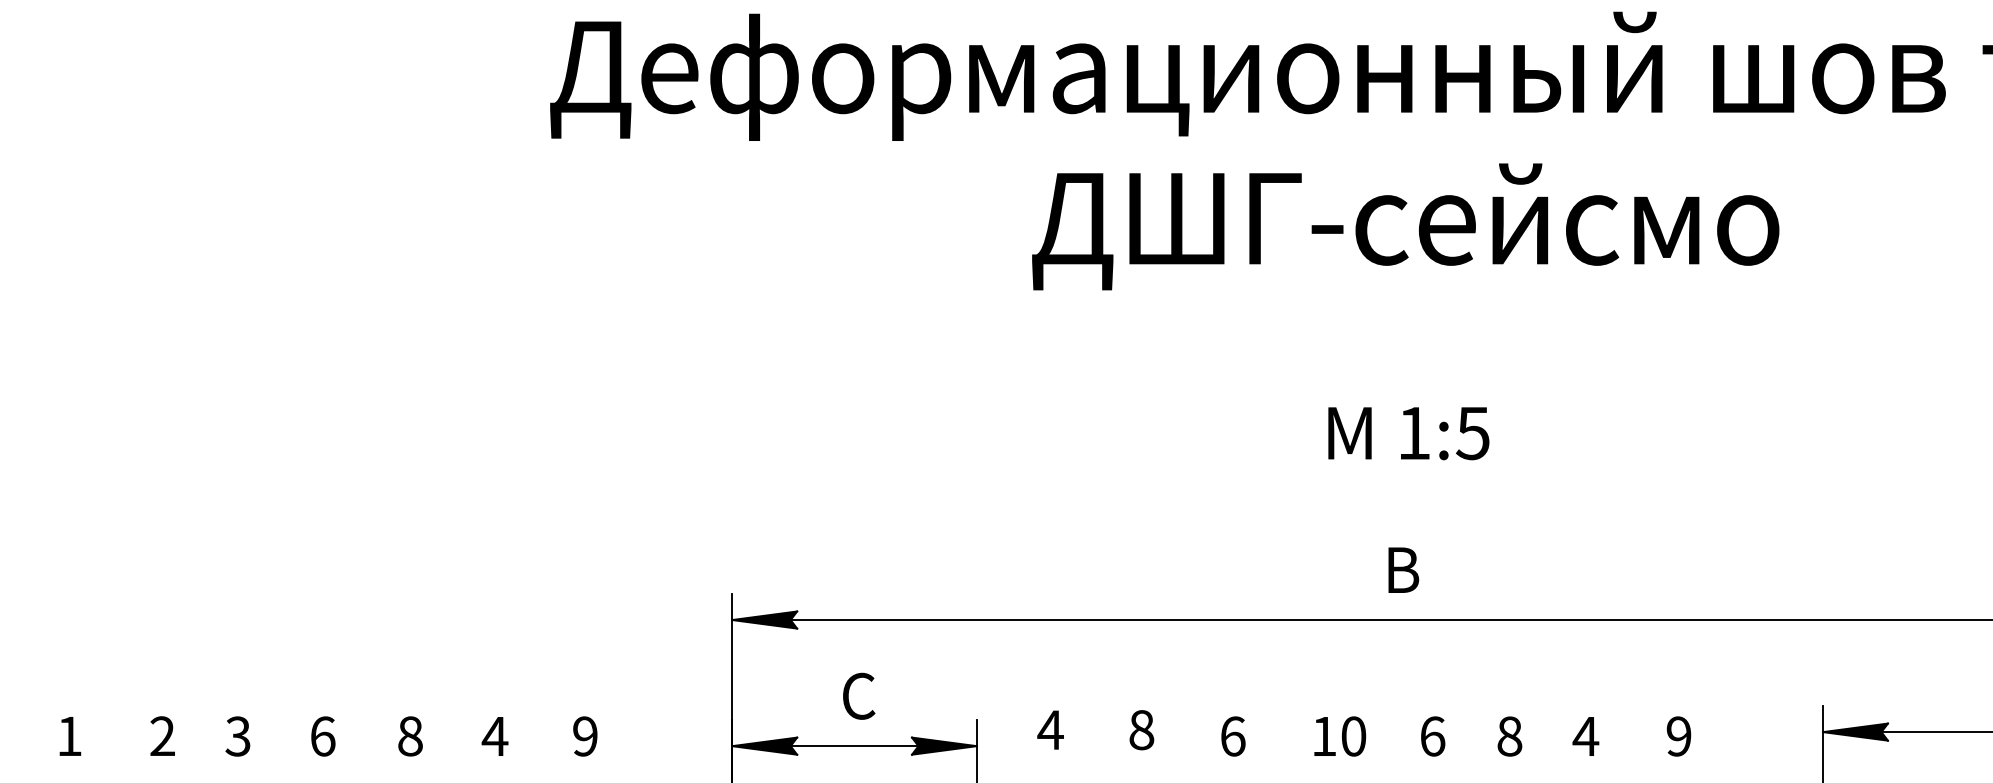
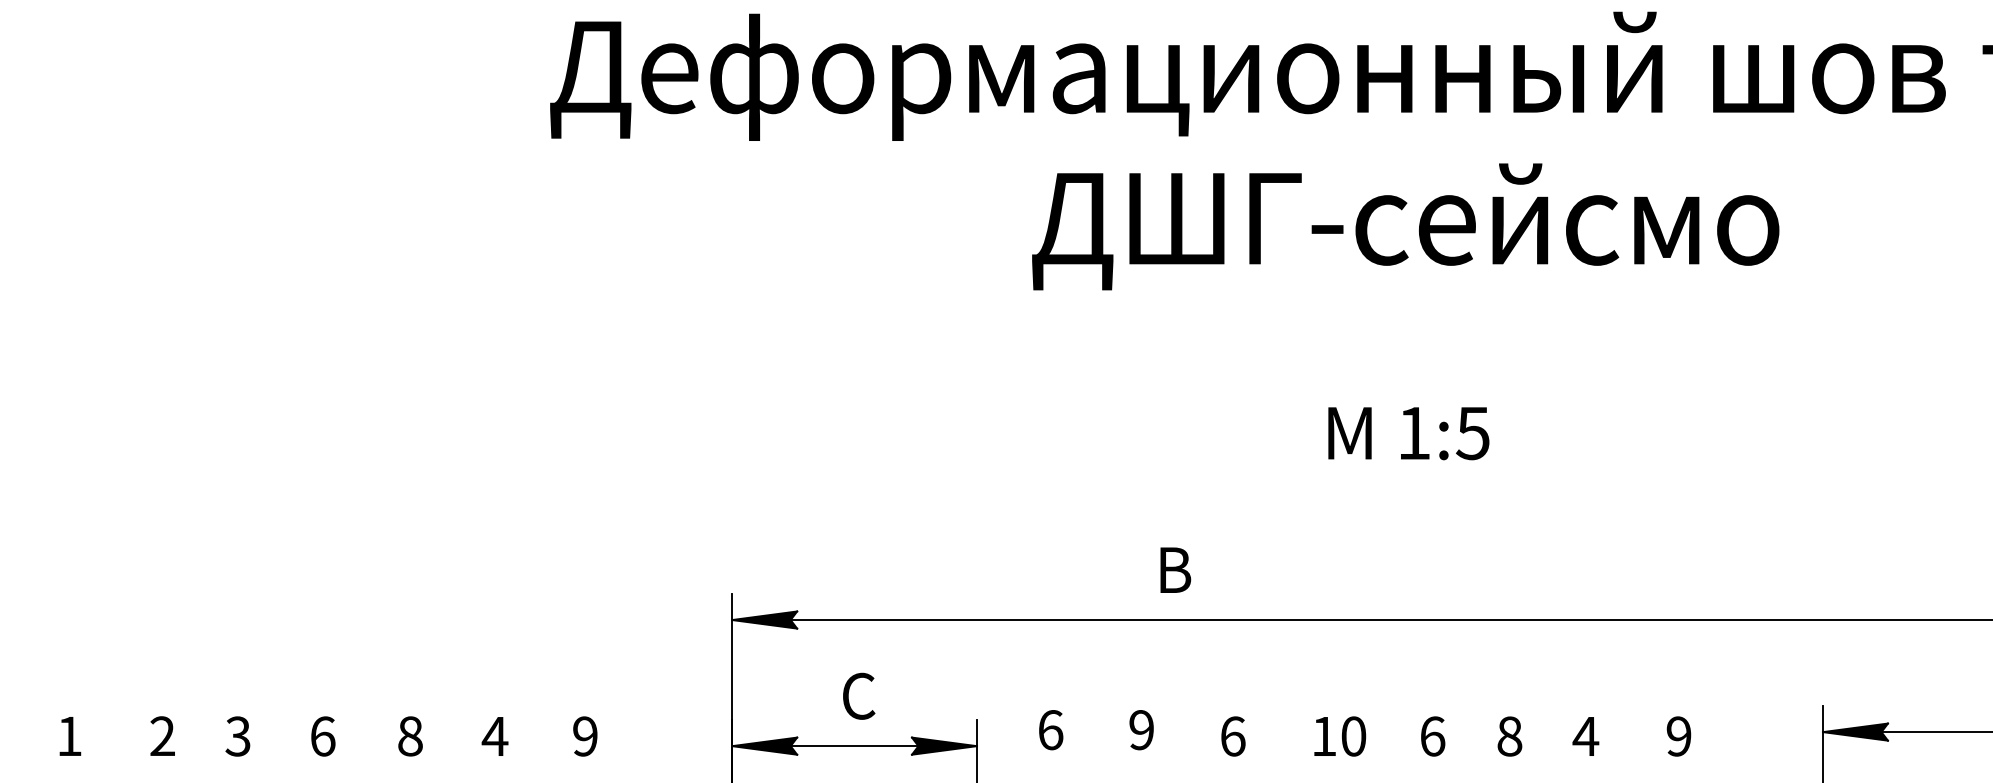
text at (1403, 569) position: (1403, 569) -> (1175, 569)
text at (1050, 730): 4 -> 6
text at (1141, 730): 8 -> 9
